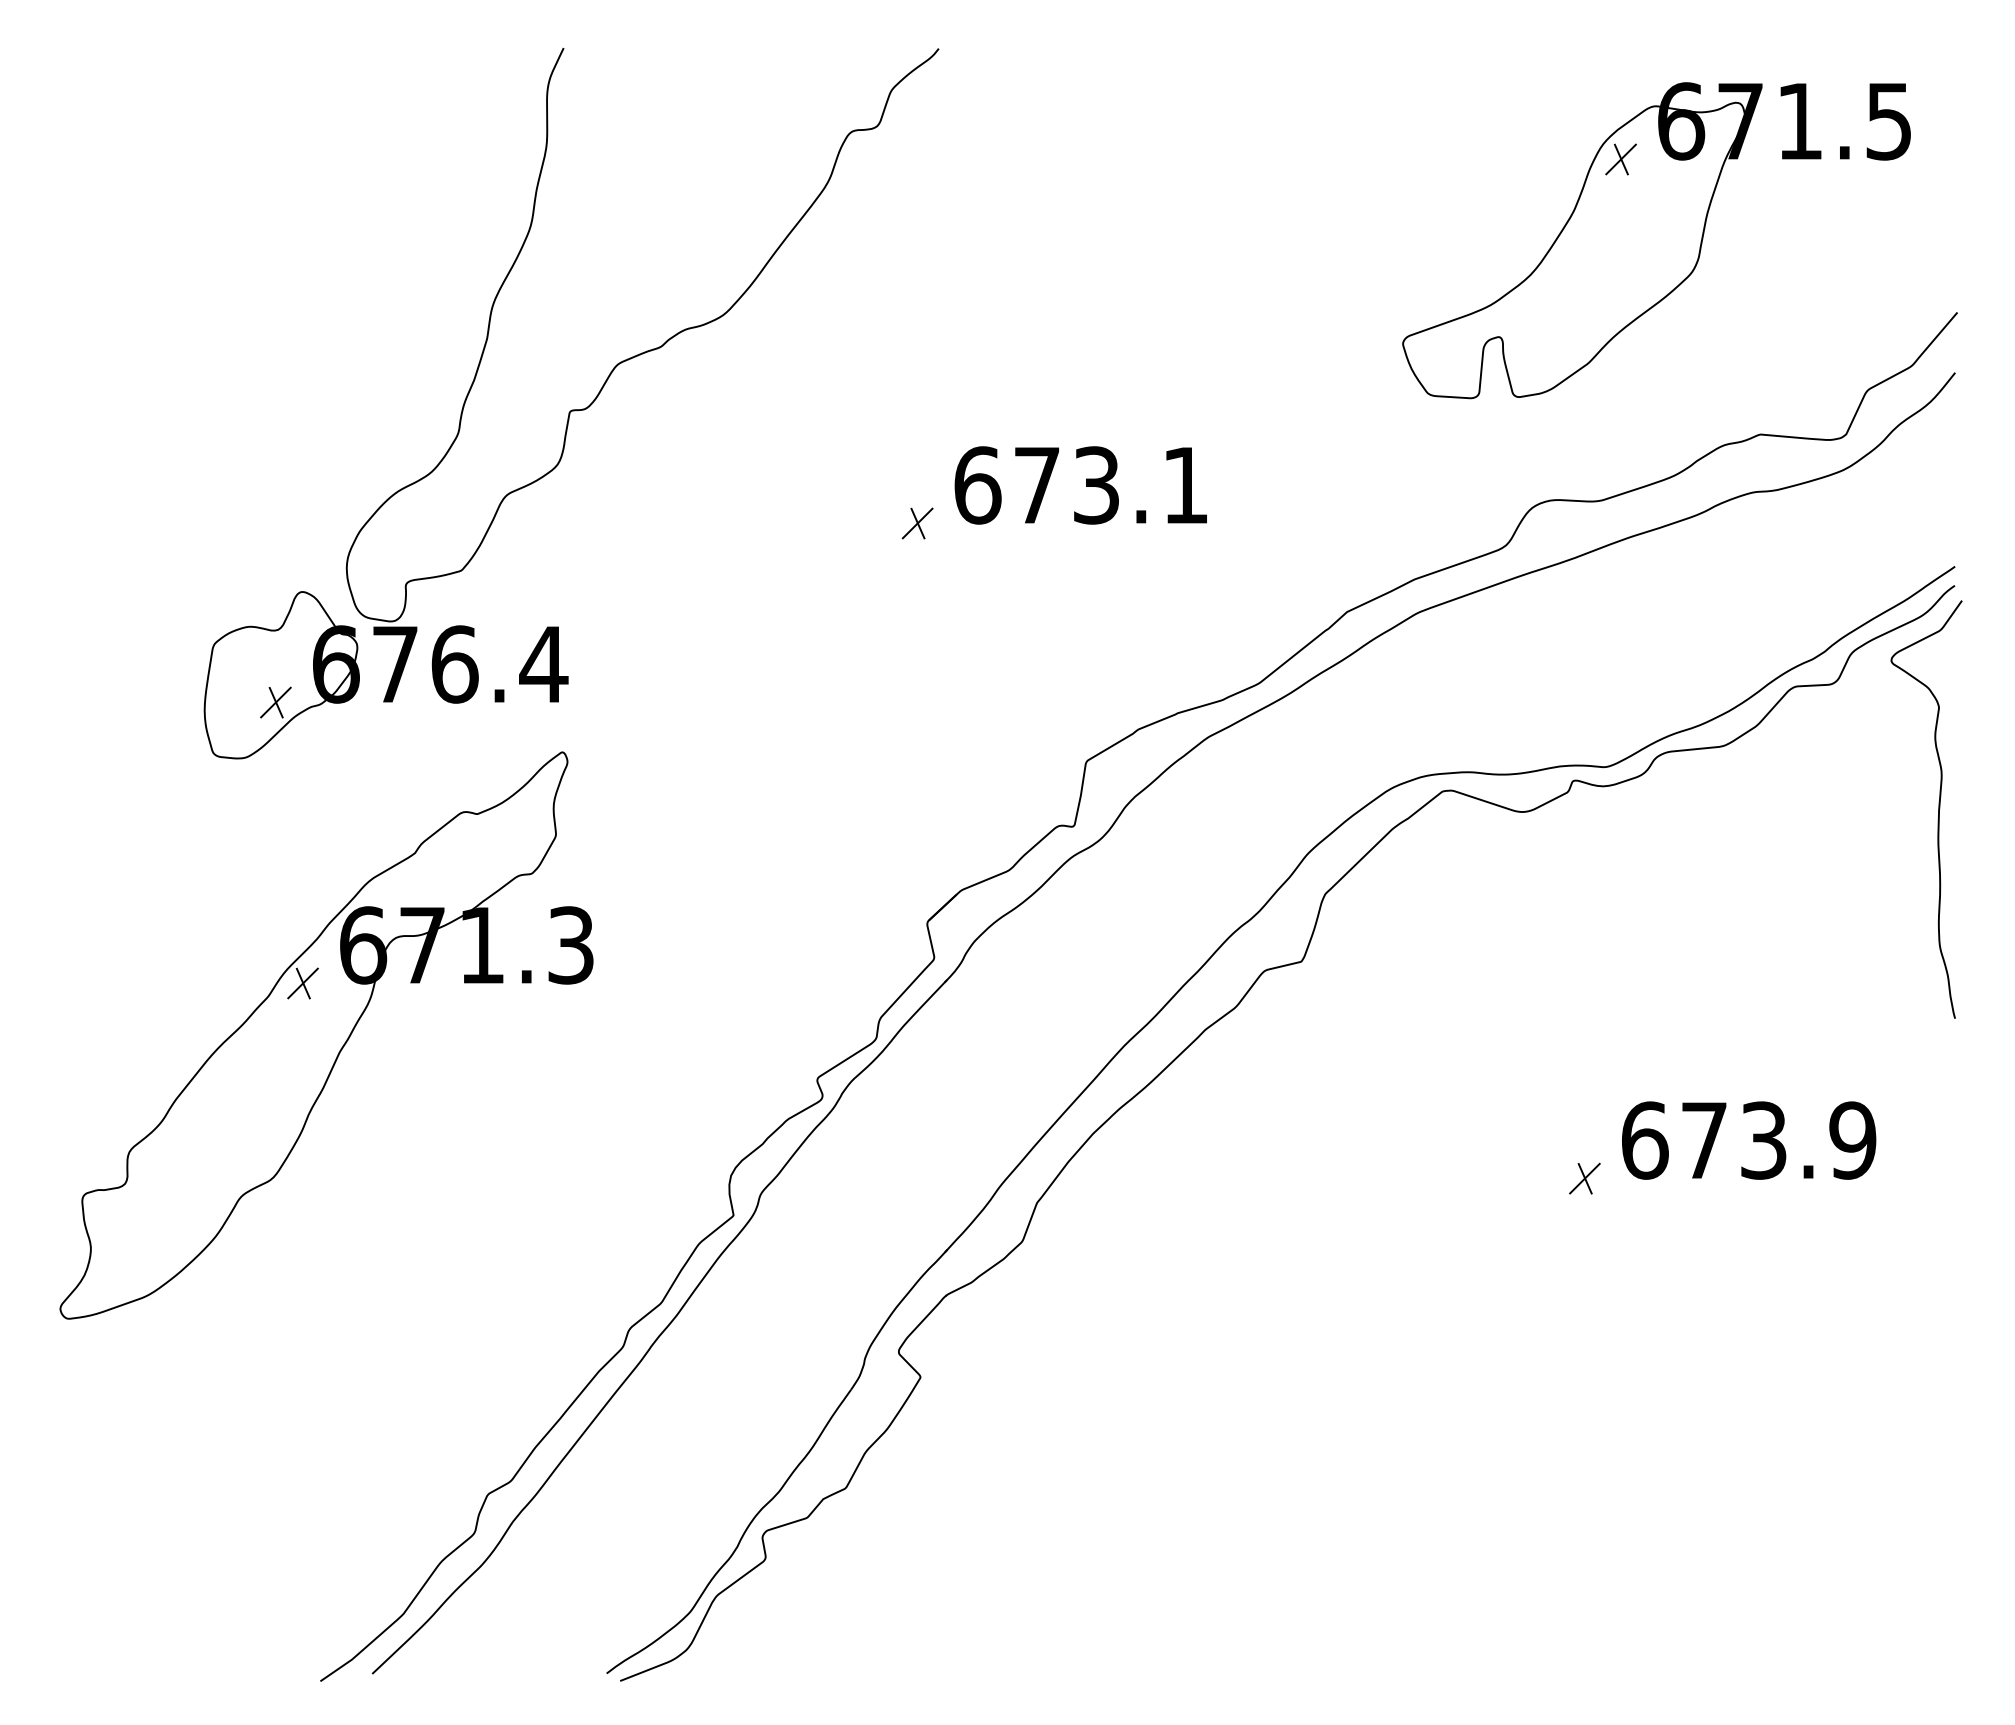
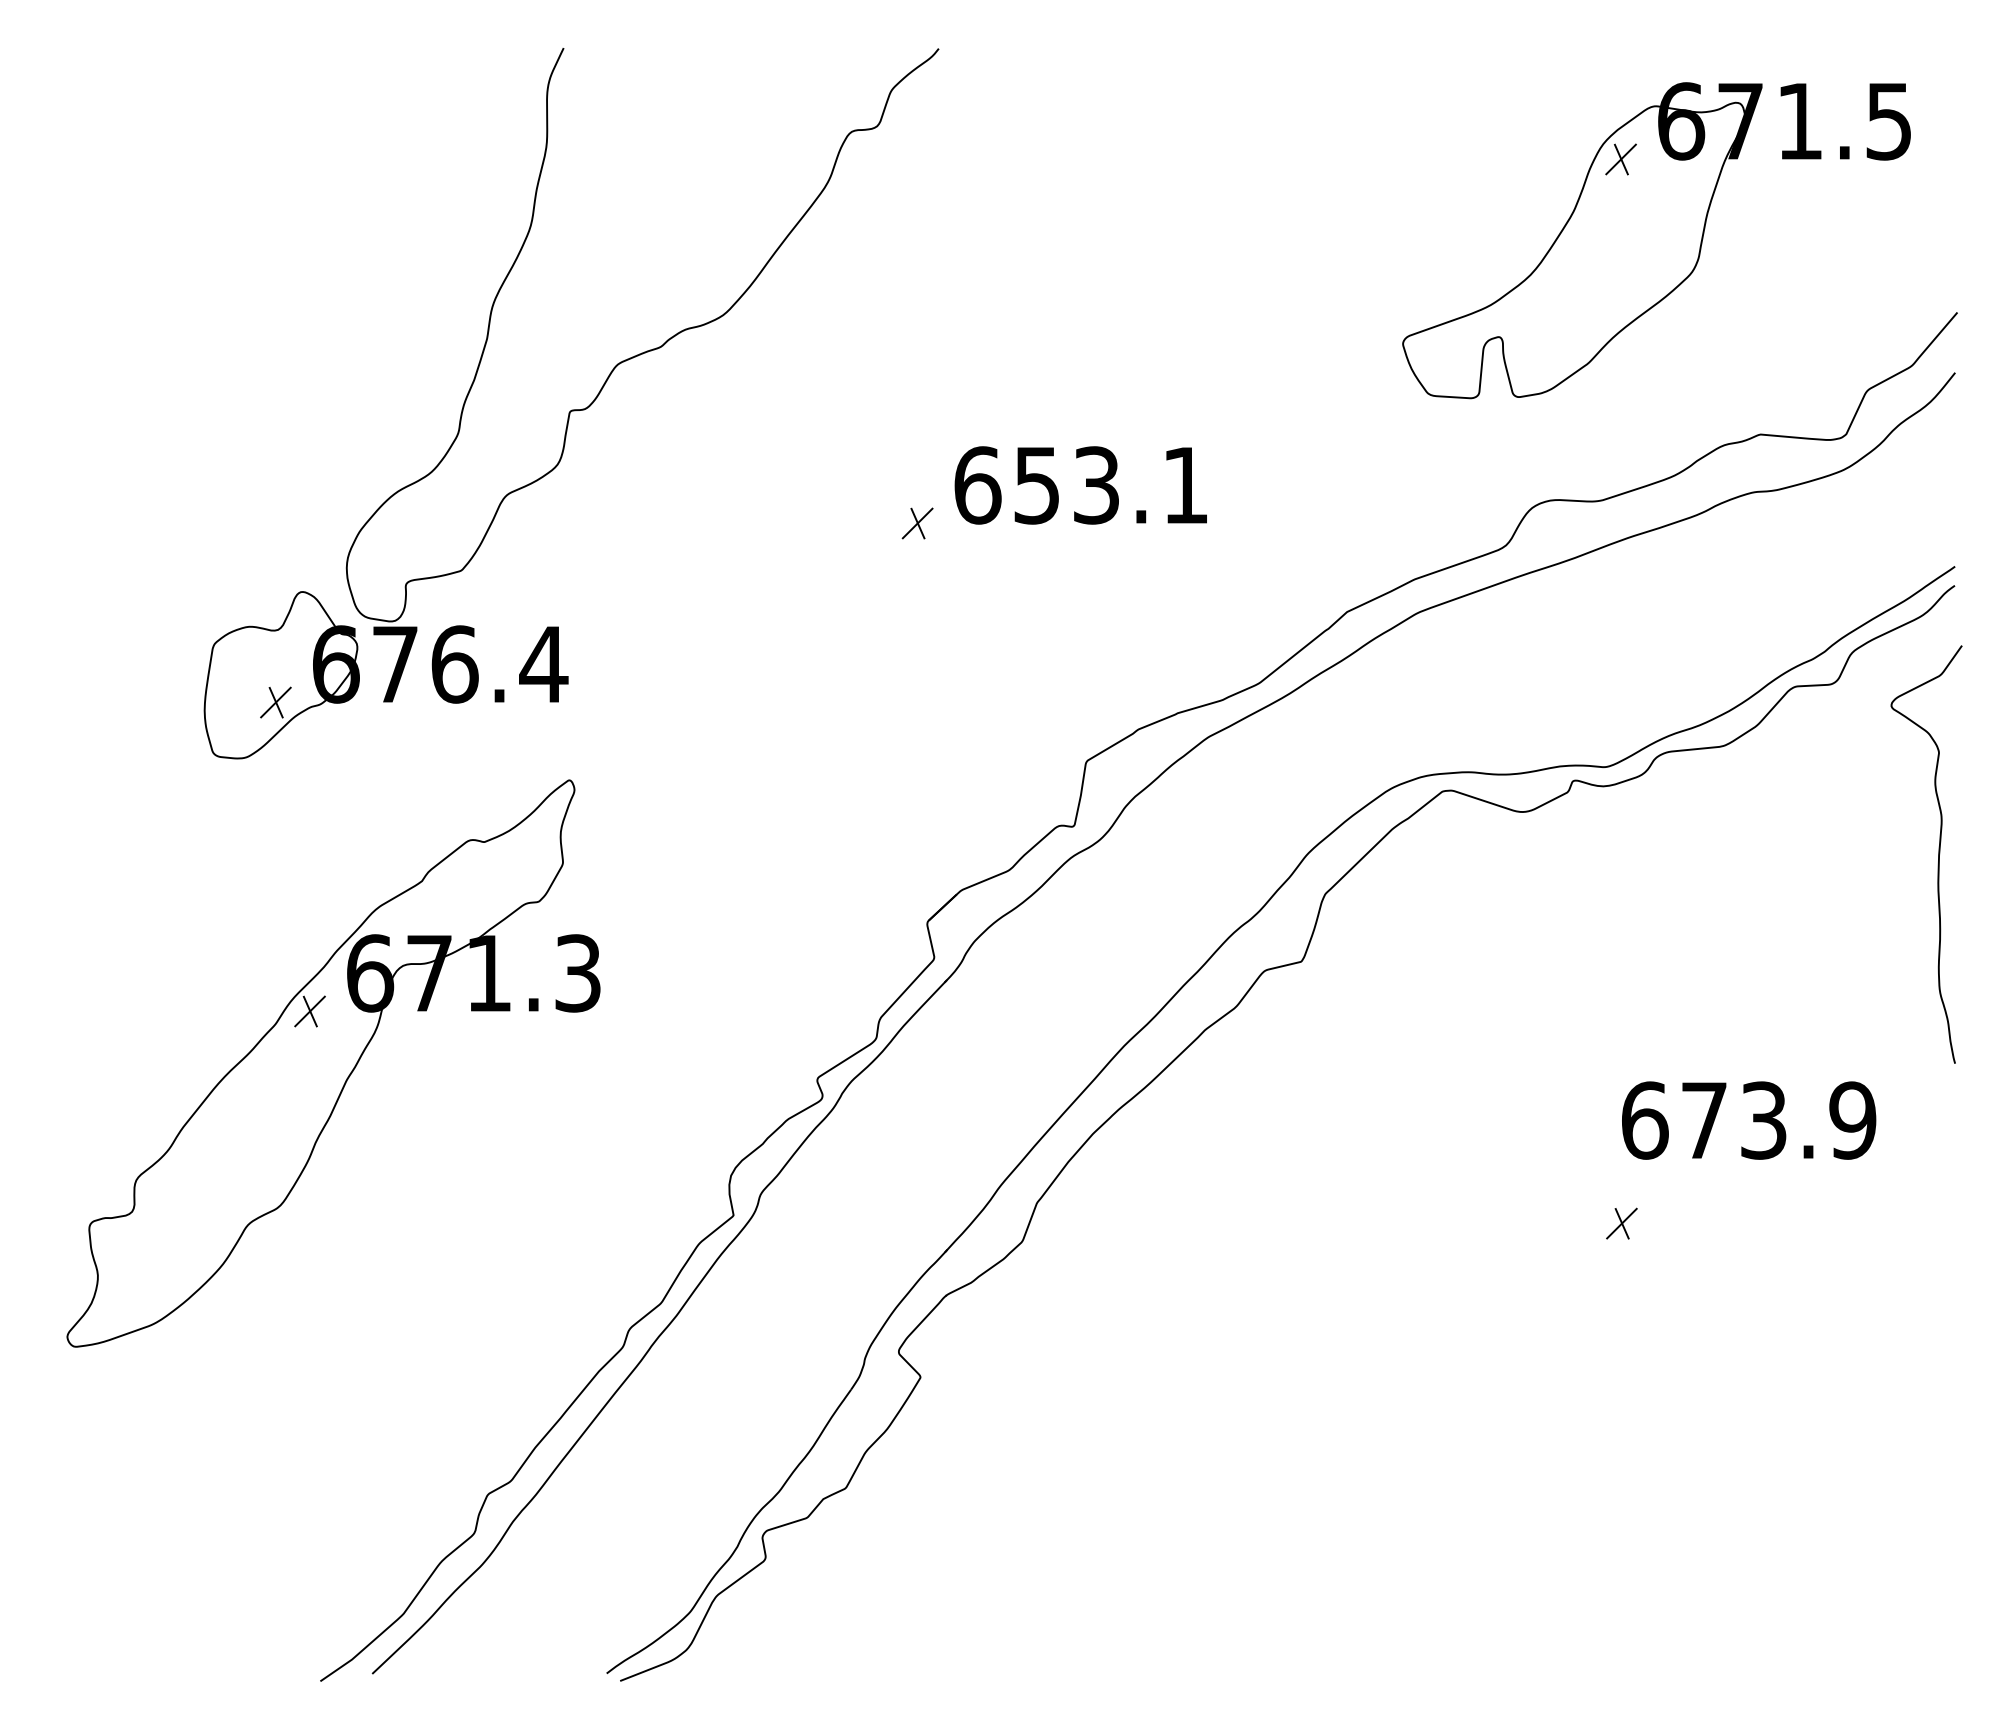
text at (1036, 485): 673.1 -> 653.1
curve at (1938, 809) position: (1938, 809) -> (1938, 854)
part at (326, 1035) position: (326, 1035) -> (333, 1063)
text at (1749, 1140) position: (1749, 1140) -> (1749, 1120)
part at (1584, 1178) position: (1584, 1178) -> (1621, 1223)
